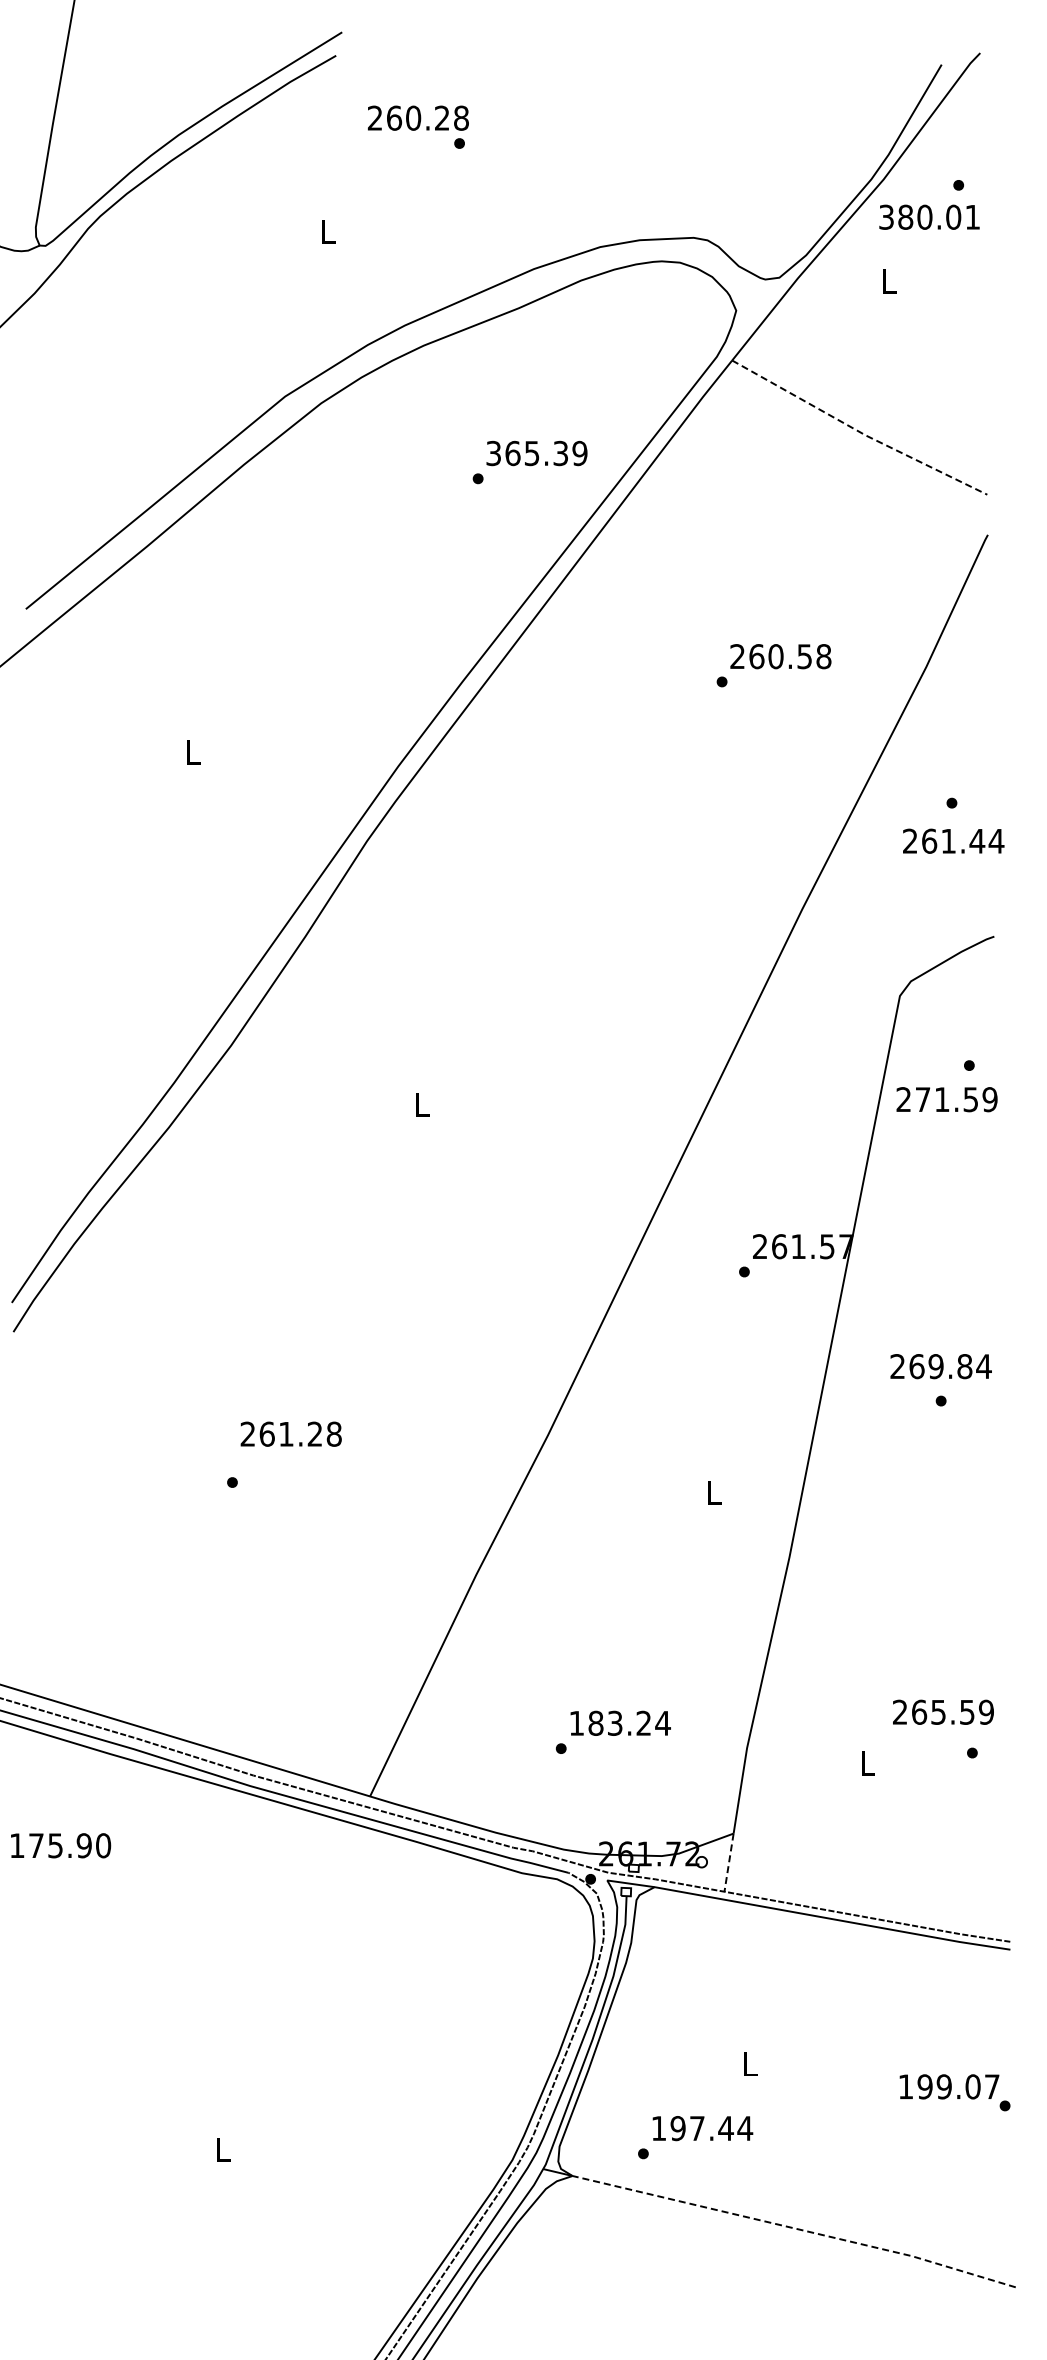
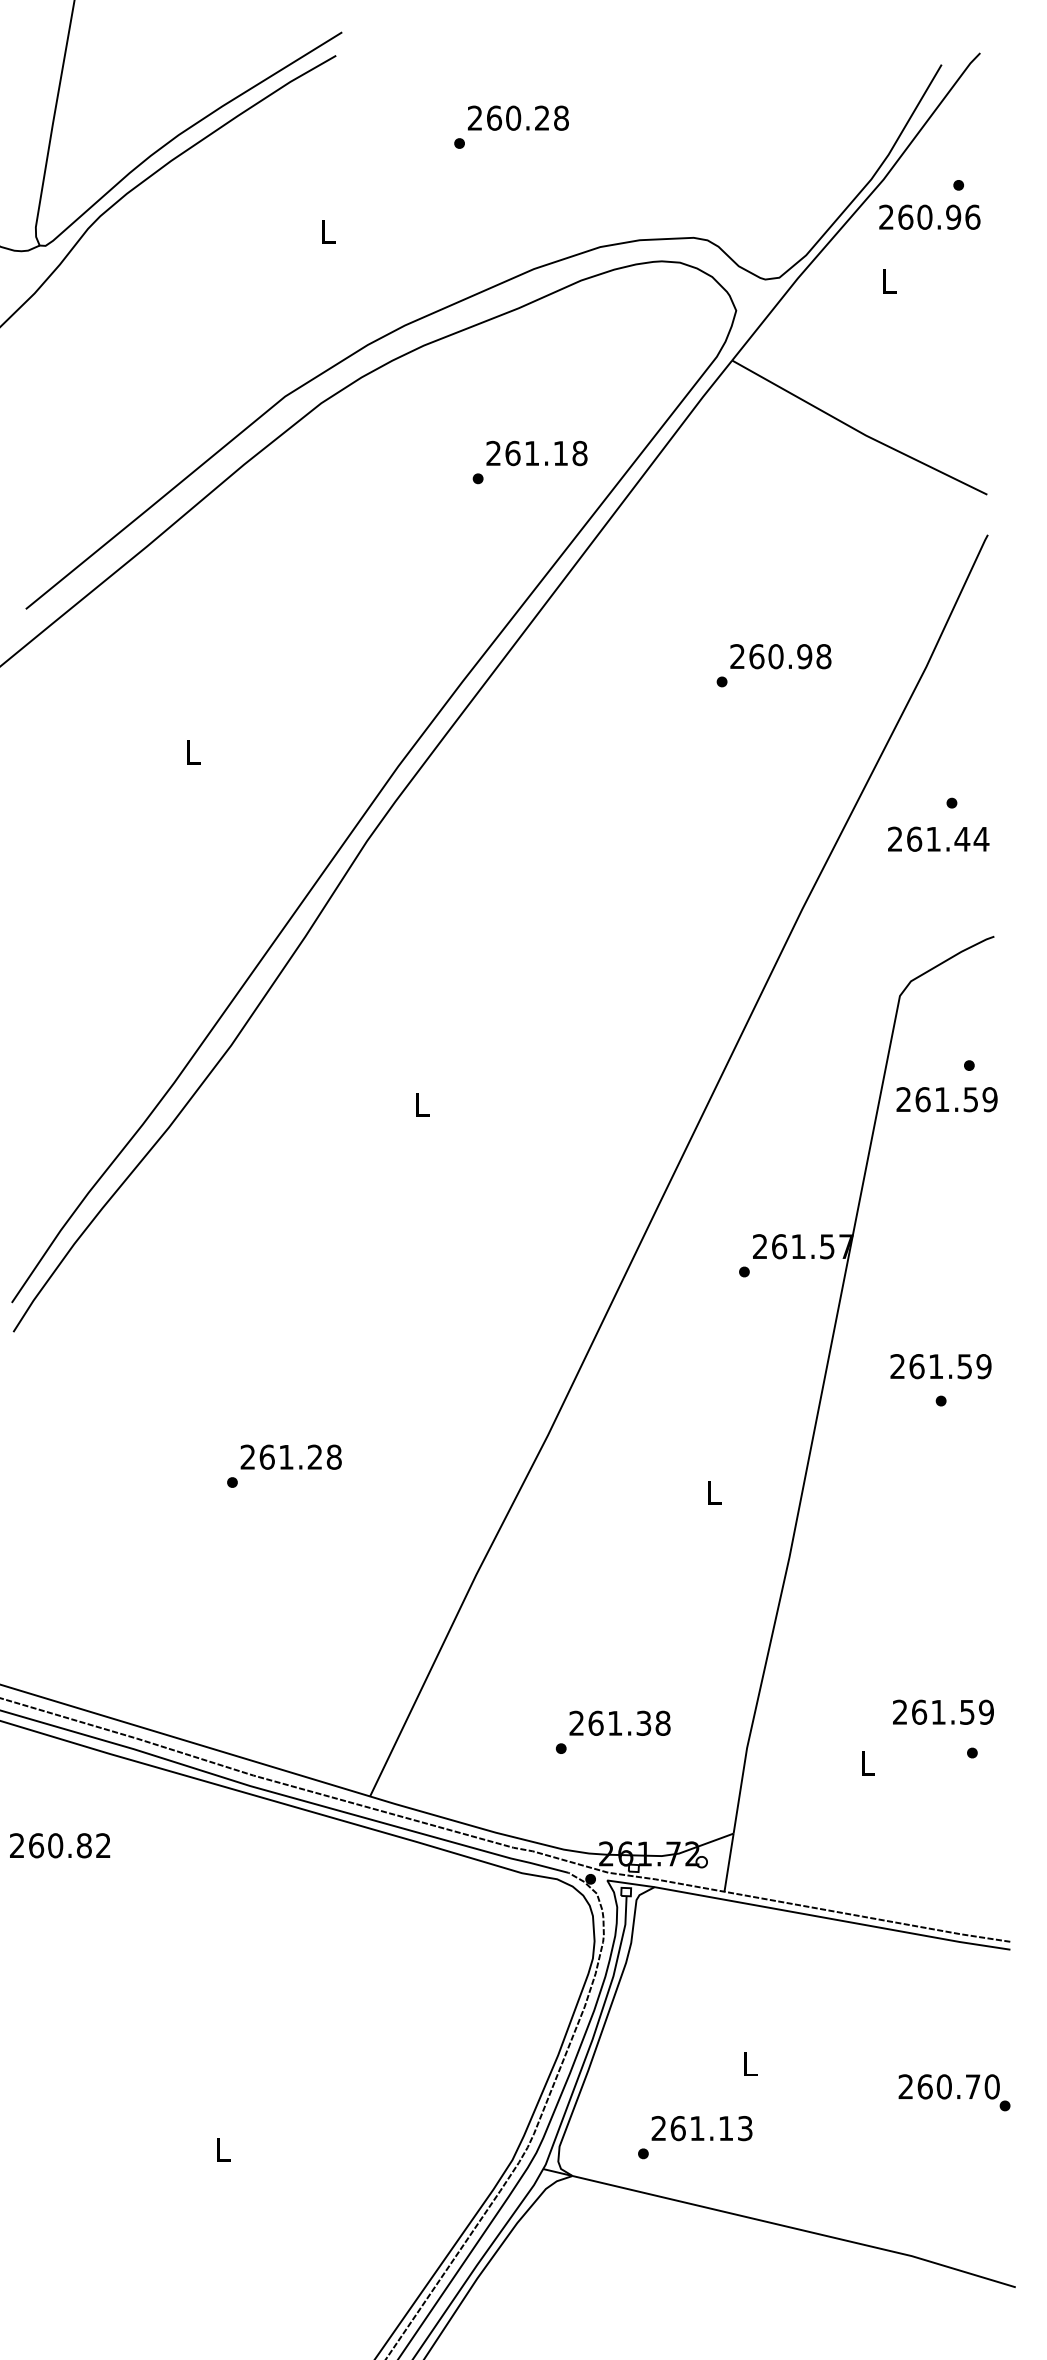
text at (418, 117) position: (418, 117) -> (518, 117)
text at (929, 216): 380.01 -> 260.96
line at (858, 431): dashed -> solid
text at (536, 453): 365.39 -> 261.18
text at (804, 656): 260.58 -> 260.98
text at (953, 840) position: (953, 840) -> (938, 838)
text at (922, 1099): 271.59 -> 261.59
text at (959, 1366): 269.84 -> 261.59
text at (290, 1433) position: (290, 1433) -> (290, 1456)
text at (938, 1712): 265.59 -> 261.59
text at (619, 1722): 183.24 -> 261.38
text at (60, 1845): 175.90 -> 260.82
line at (728, 1863): dashed -> solid
text at (948, 2086): 199.07 -> 260.70
text at (702, 2128): 197.44 -> 261.13
line at (795, 2228): dashed -> solid
